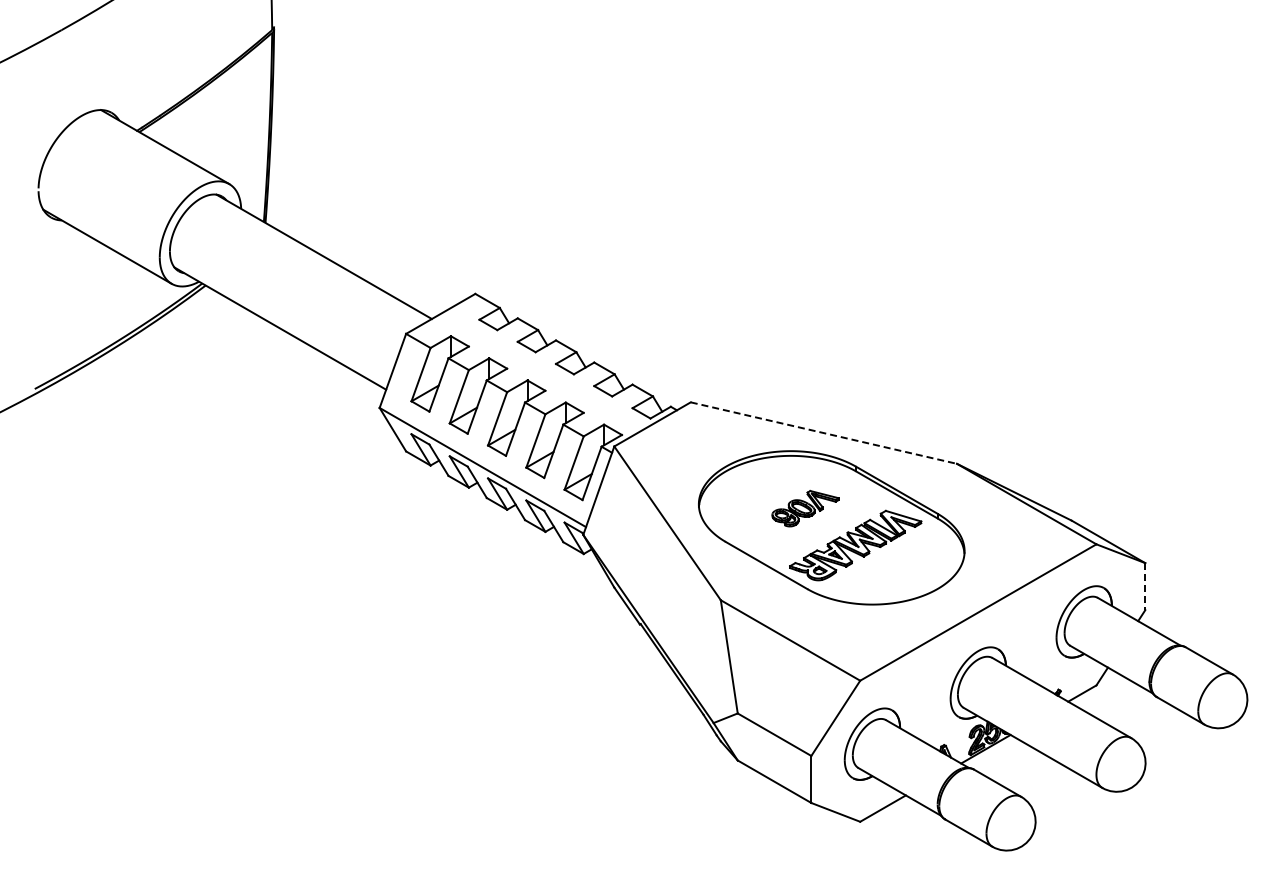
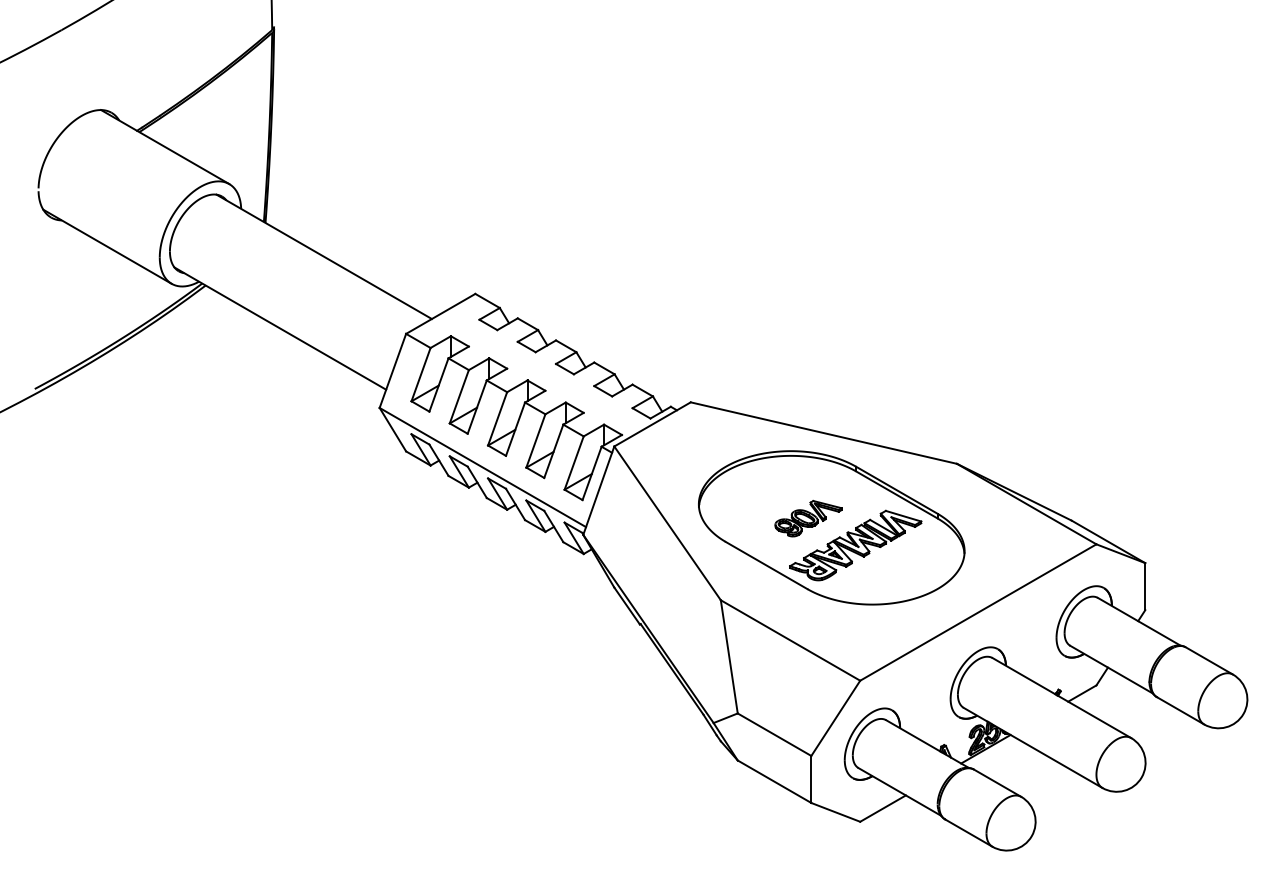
line at (823, 433): dashed -> solid
part at (805, 508) position: (805, 508) -> (808, 518)
line at (1145, 586): dashed -> solid
